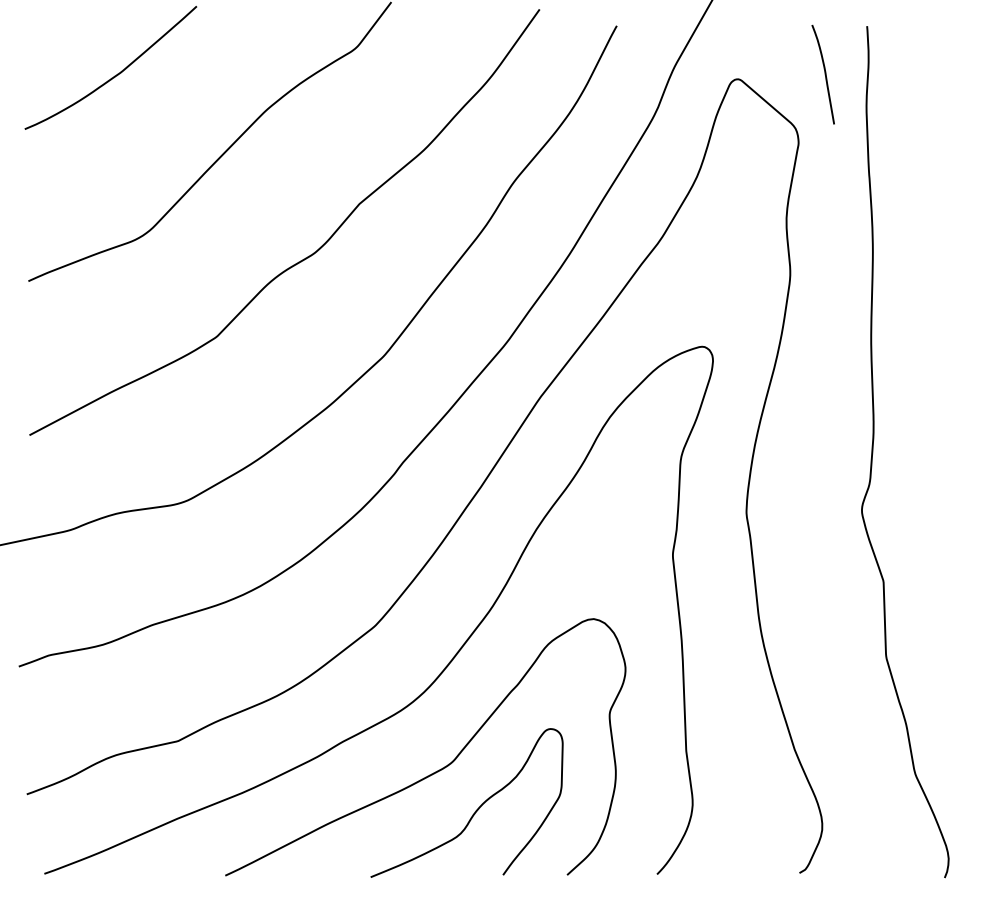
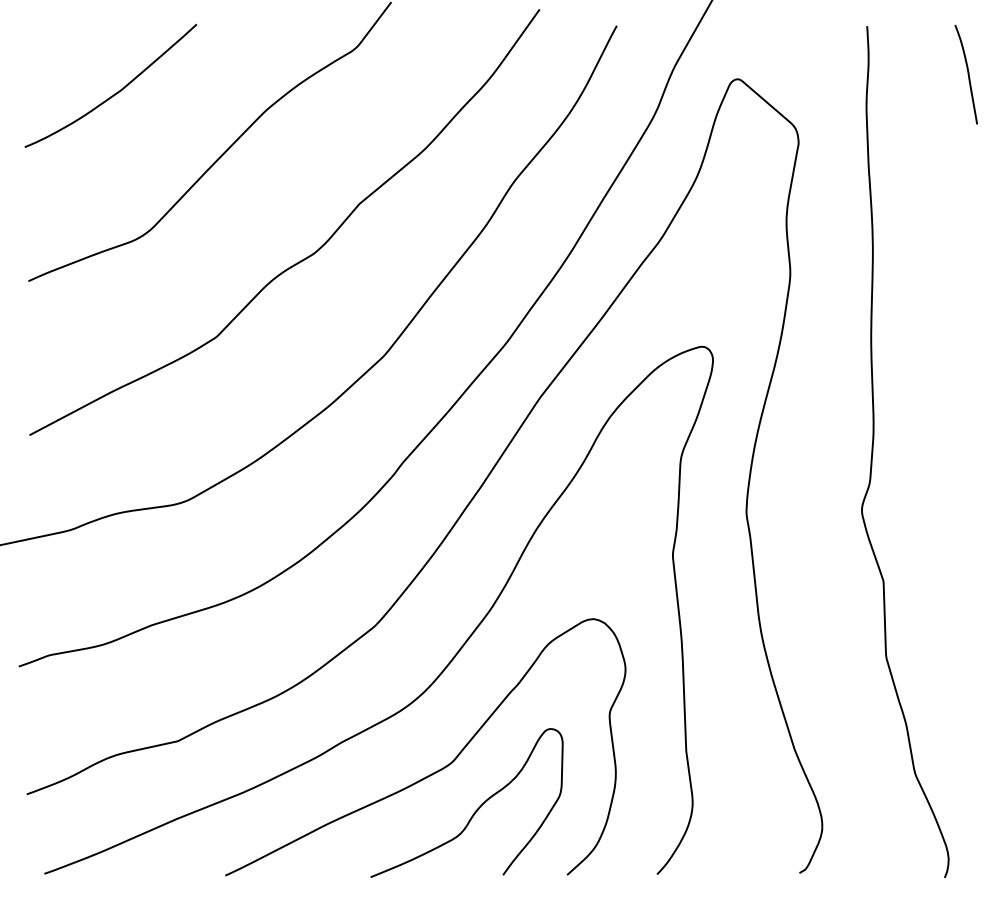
curve at (824, 74) position: (824, 74) -> (967, 74)
curve at (114, 75) position: (114, 75) -> (114, 93)
